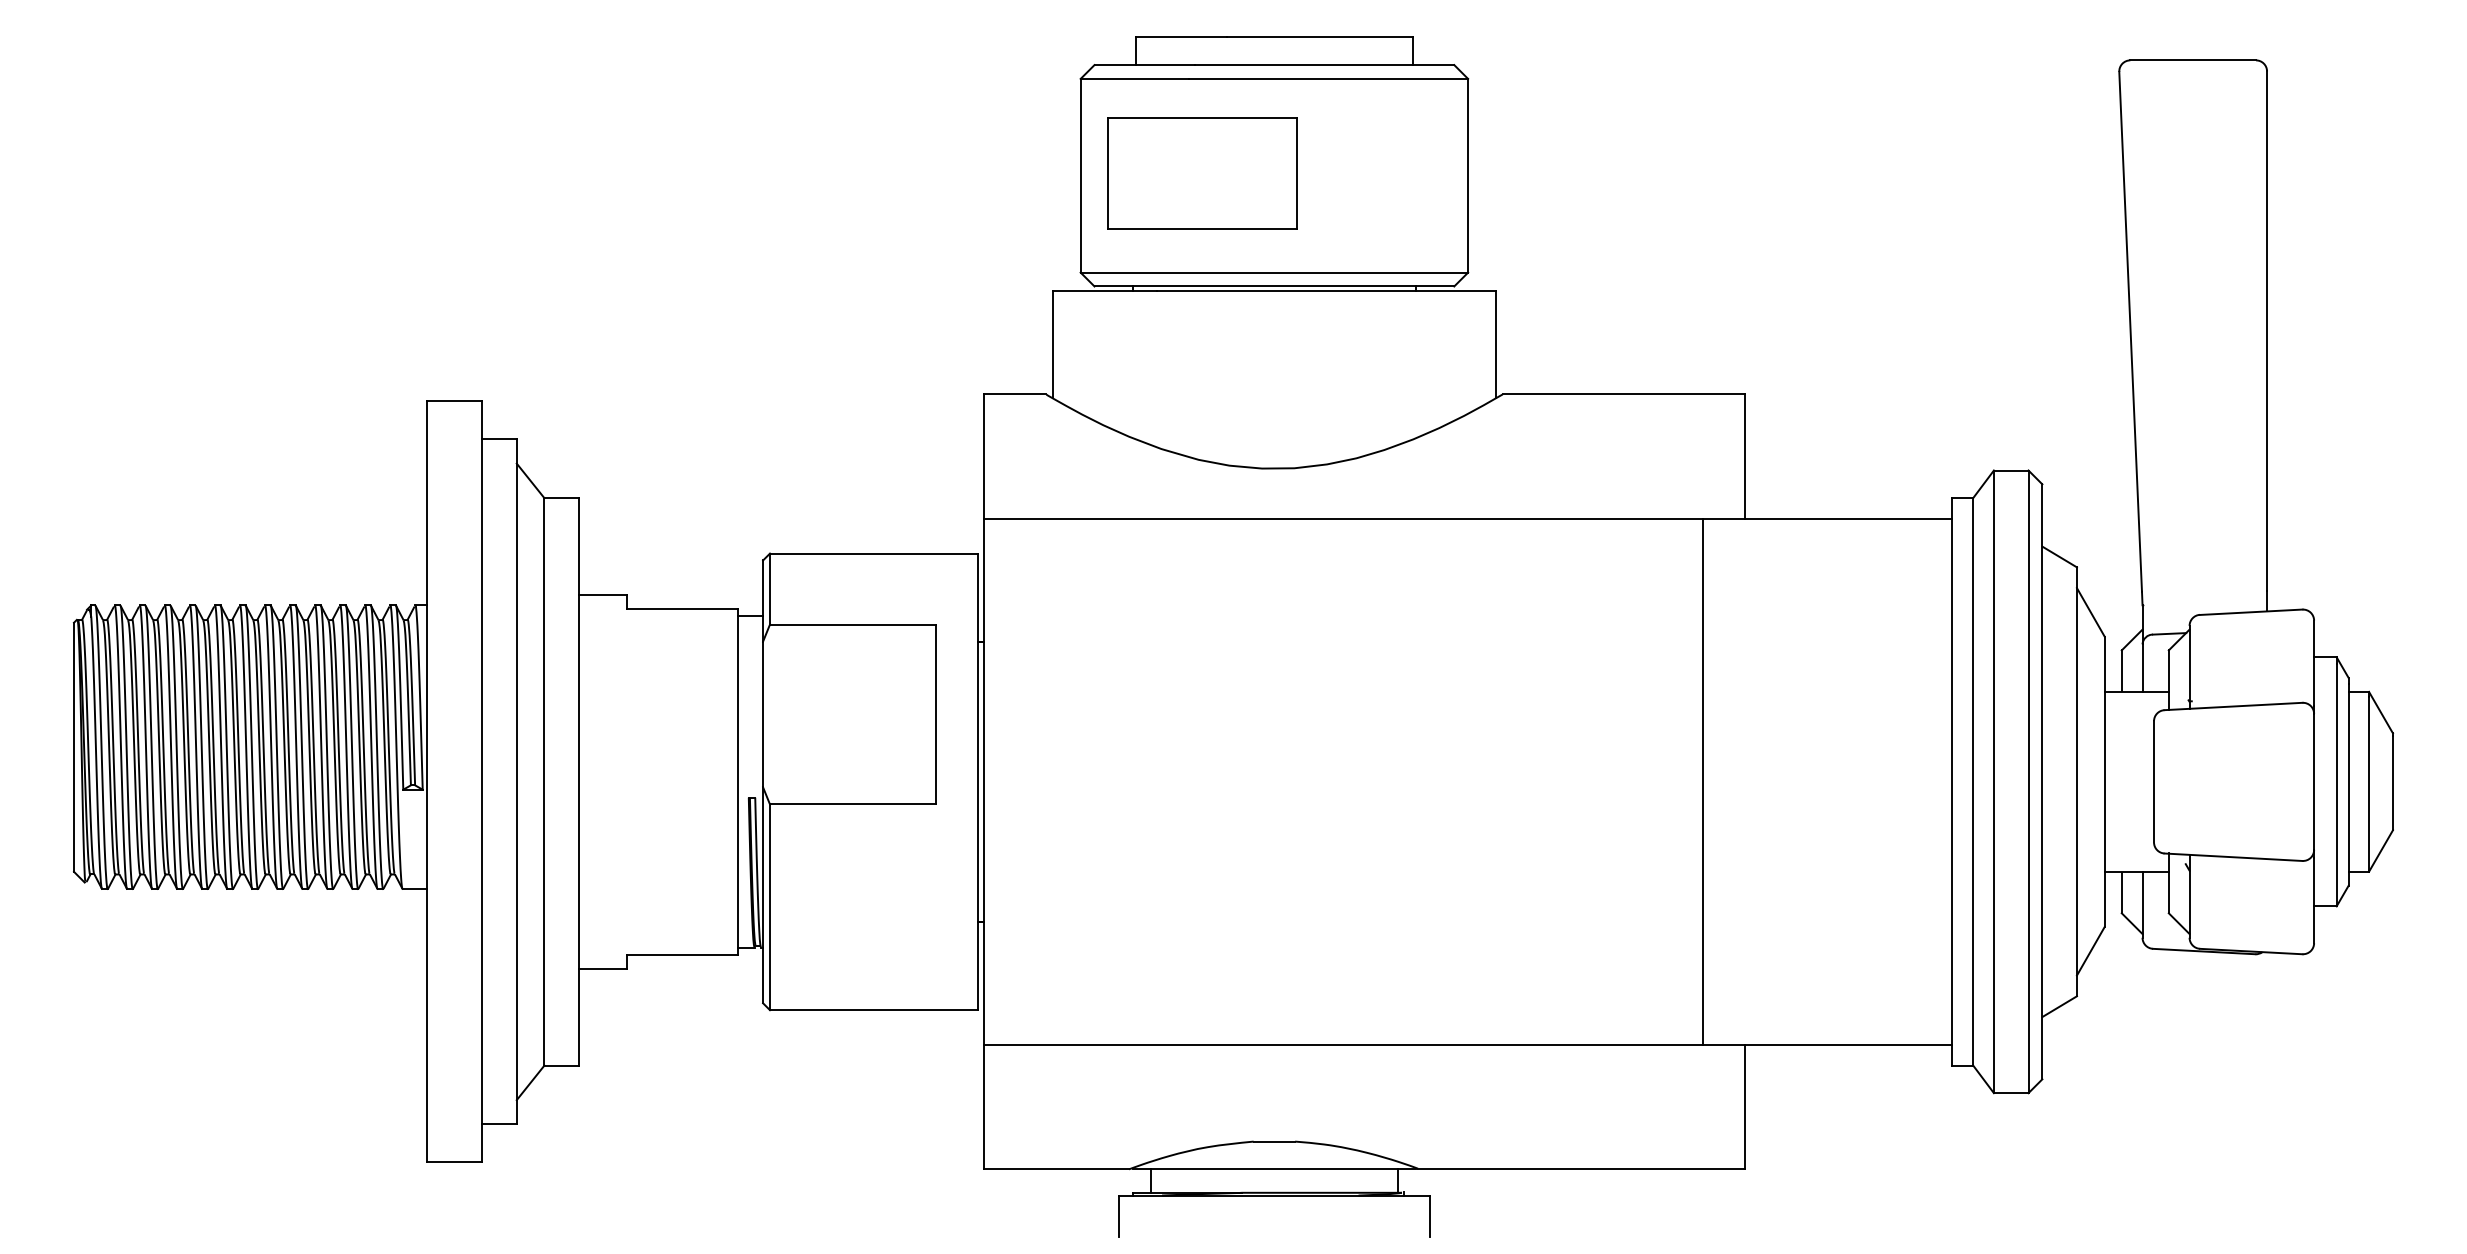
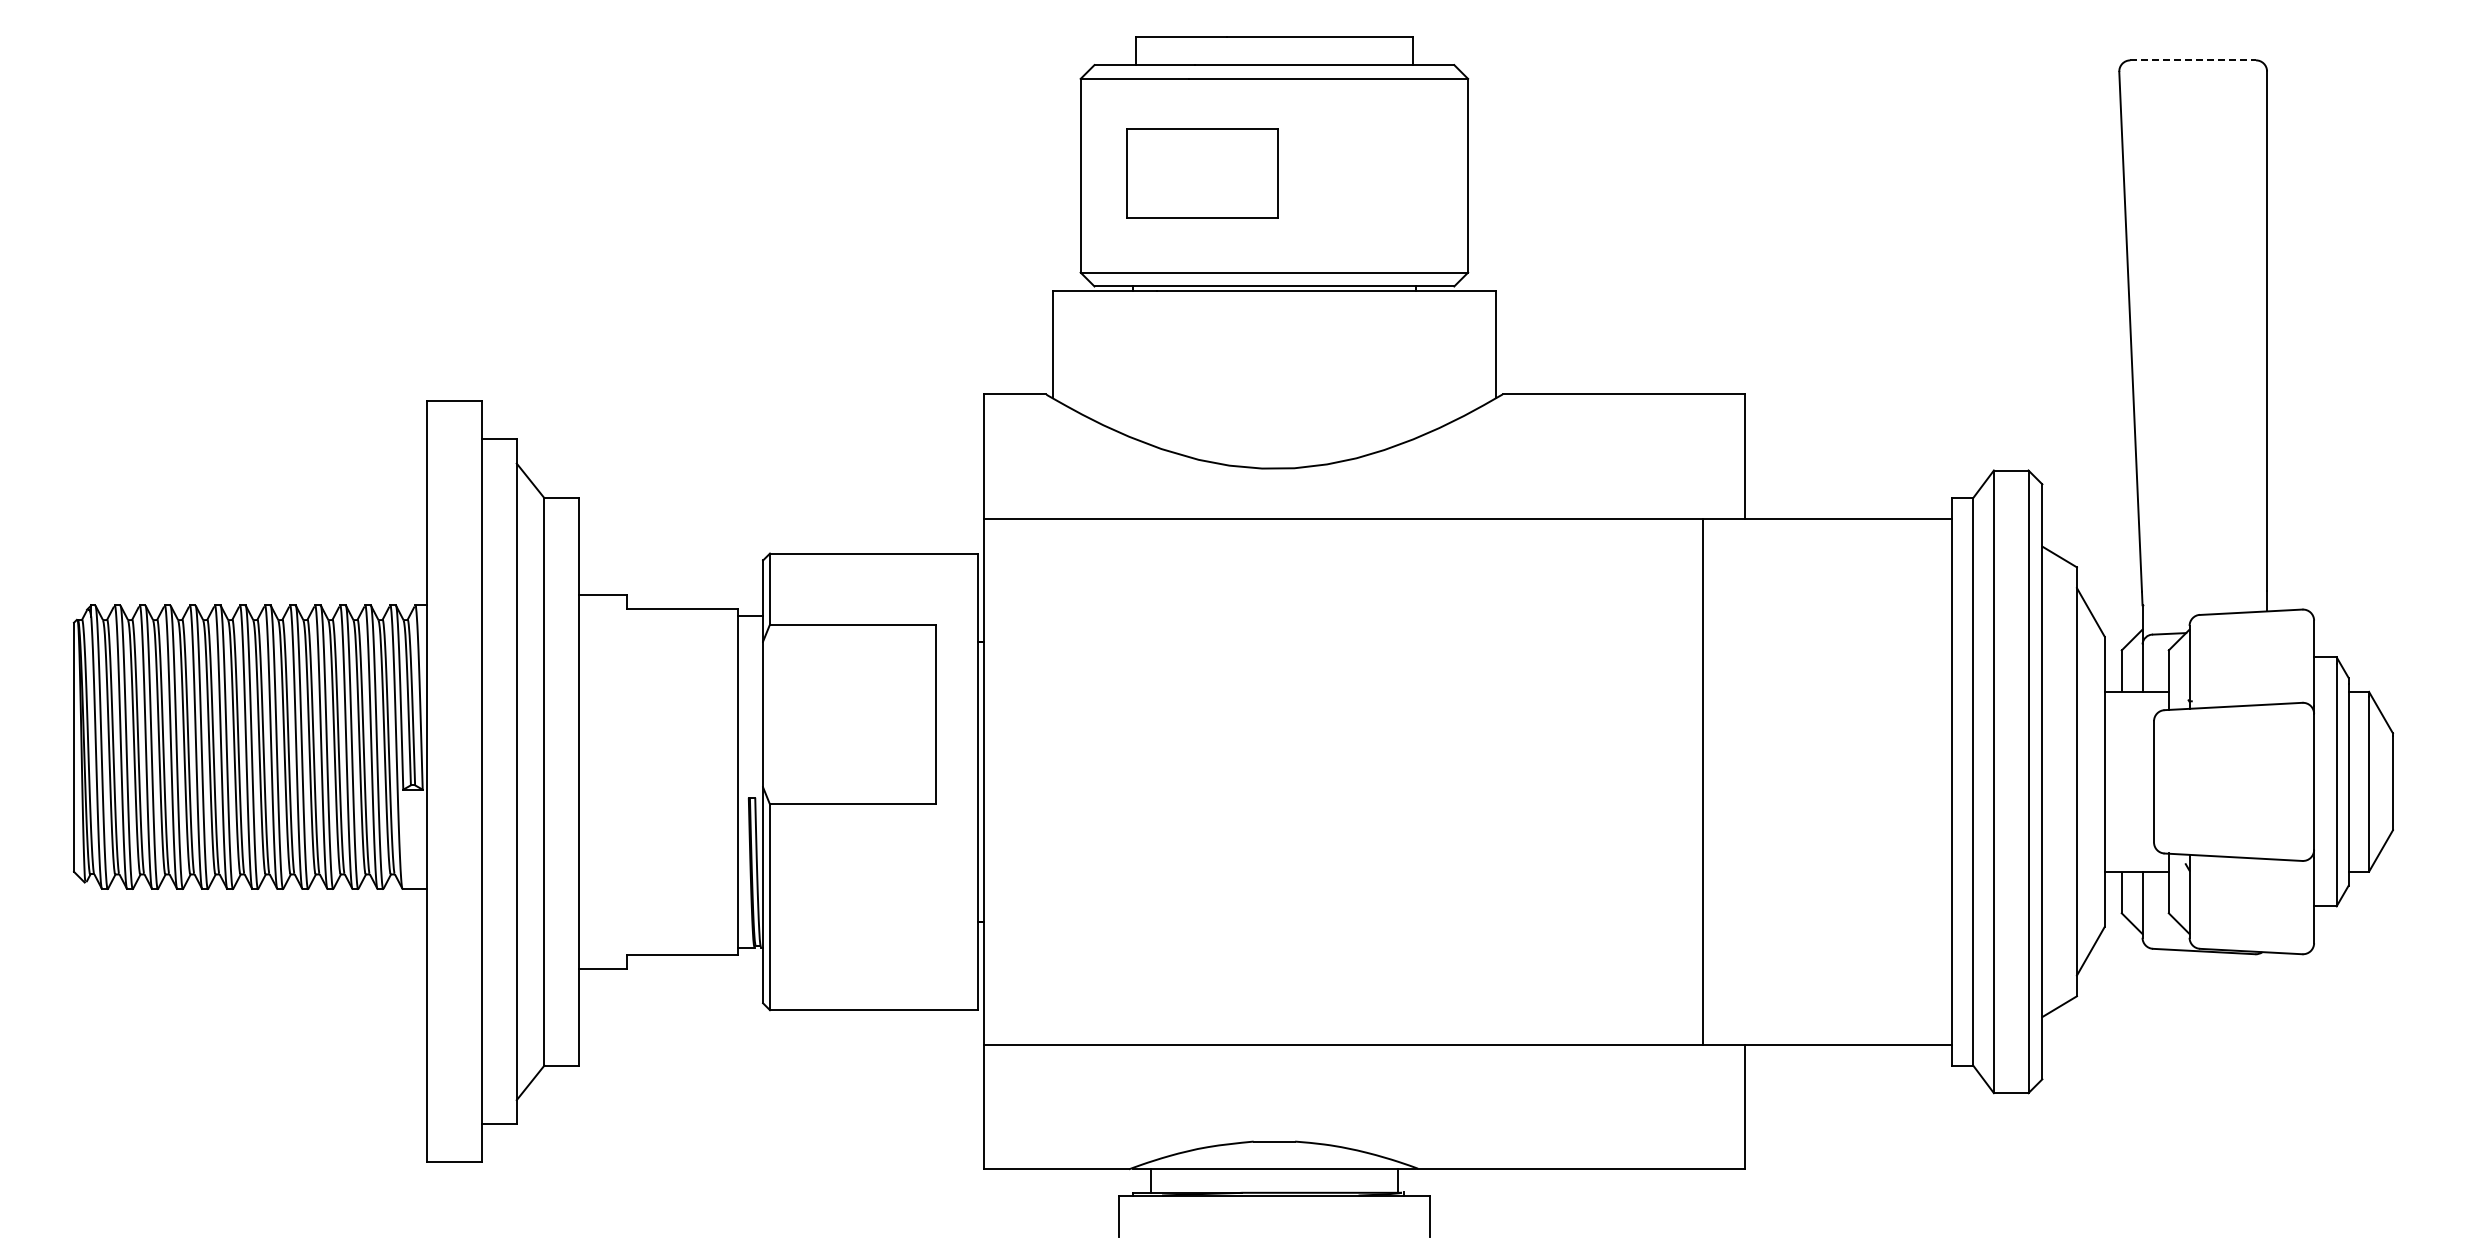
line at (2193, 60): solid -> dashed
part at (1202, 173) size: 191x113 px -> 153x91 px
